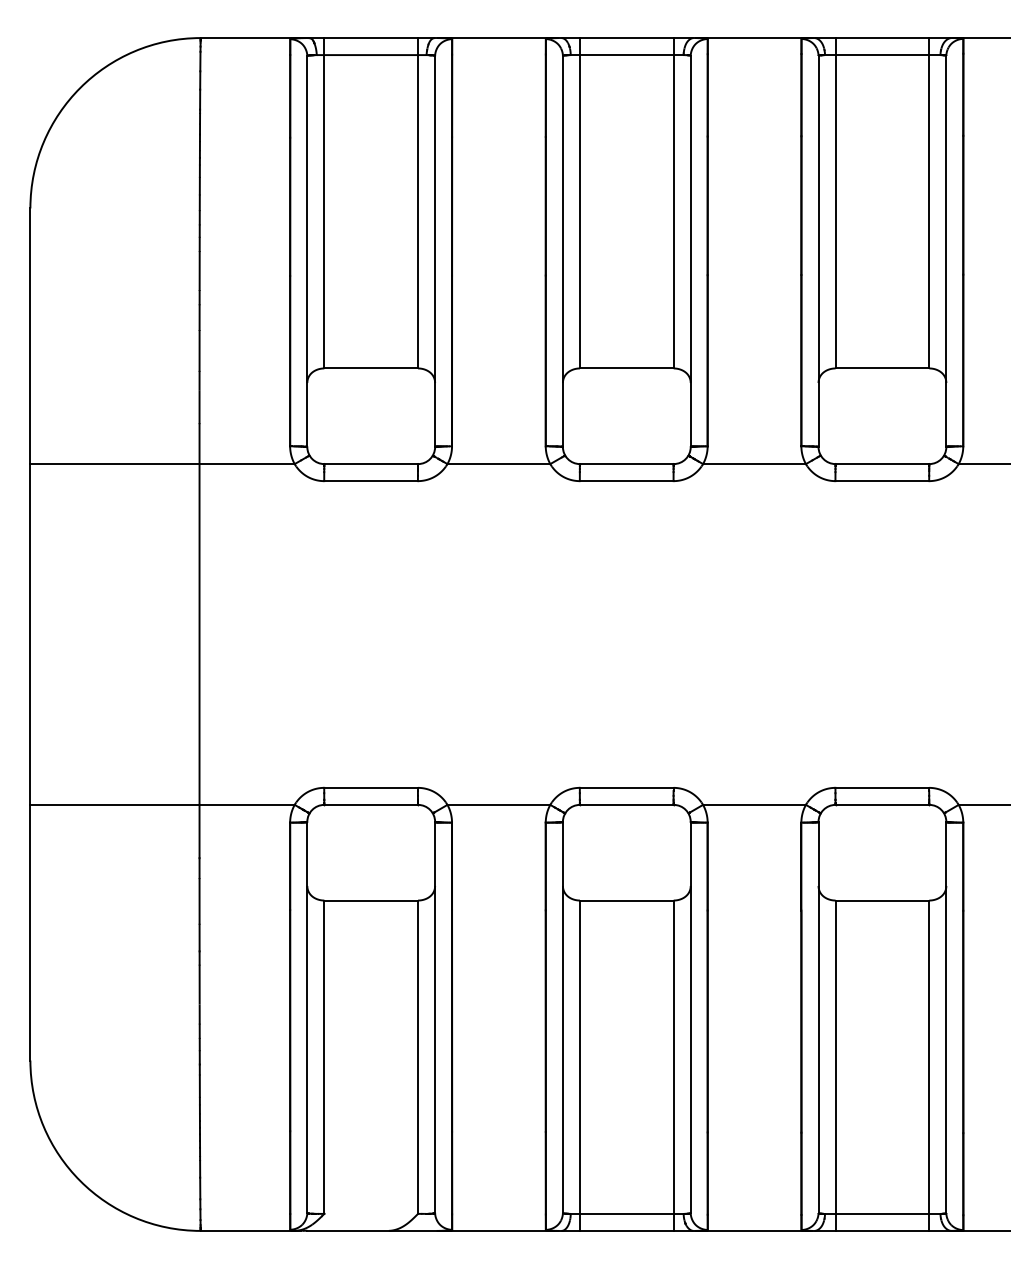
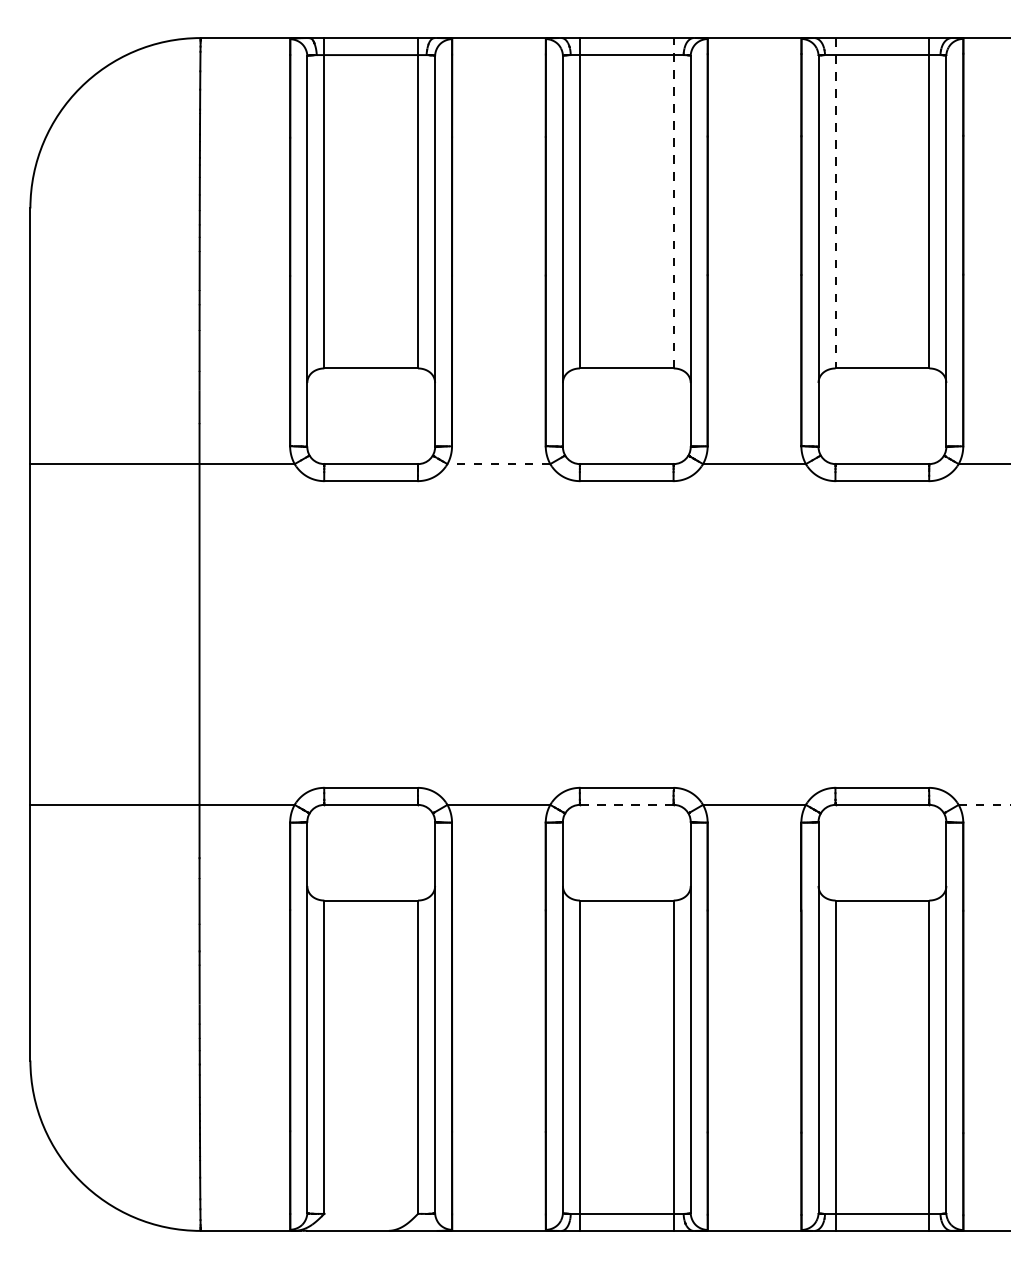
line at (673, 202): solid -> dashed
line at (835, 203): solid -> dashed
line at (498, 464): solid -> dashed
line at (626, 804): solid -> dashed
line at (984, 804): solid -> dashed
